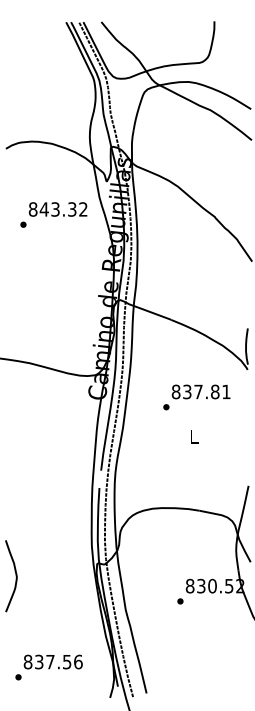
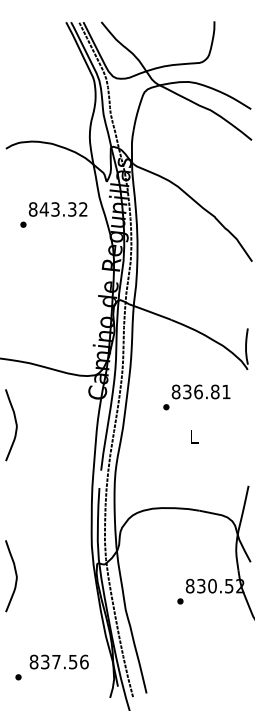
text at (198, 391): 837.81 -> 836.81
curve at (15, 425): none -> present
text at (52, 661) position: (52, 661) -> (58, 661)
